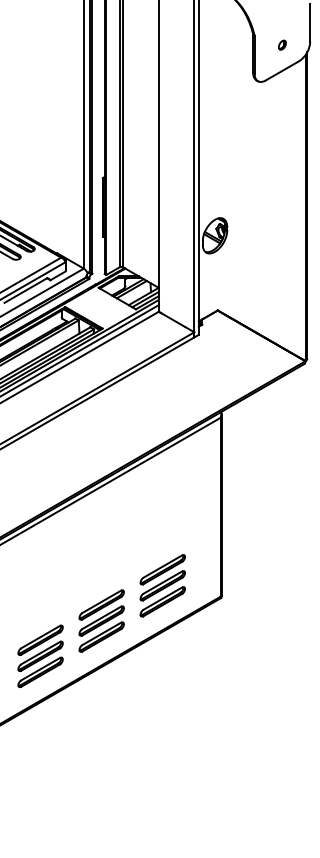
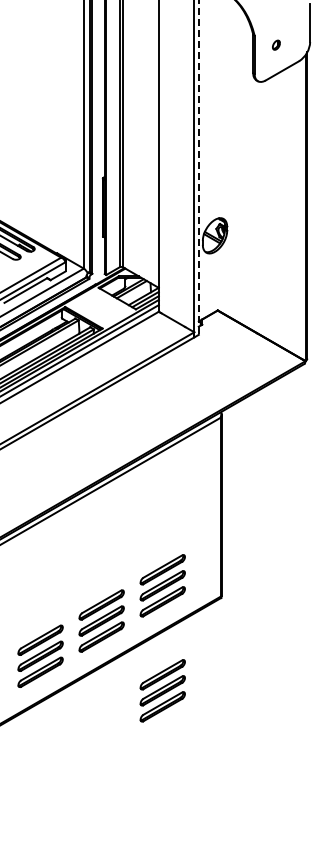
part at (282, 44) position: (282, 44) -> (276, 44)
line at (198, 167): solid -> dashed
part at (162, 690): none -> present
